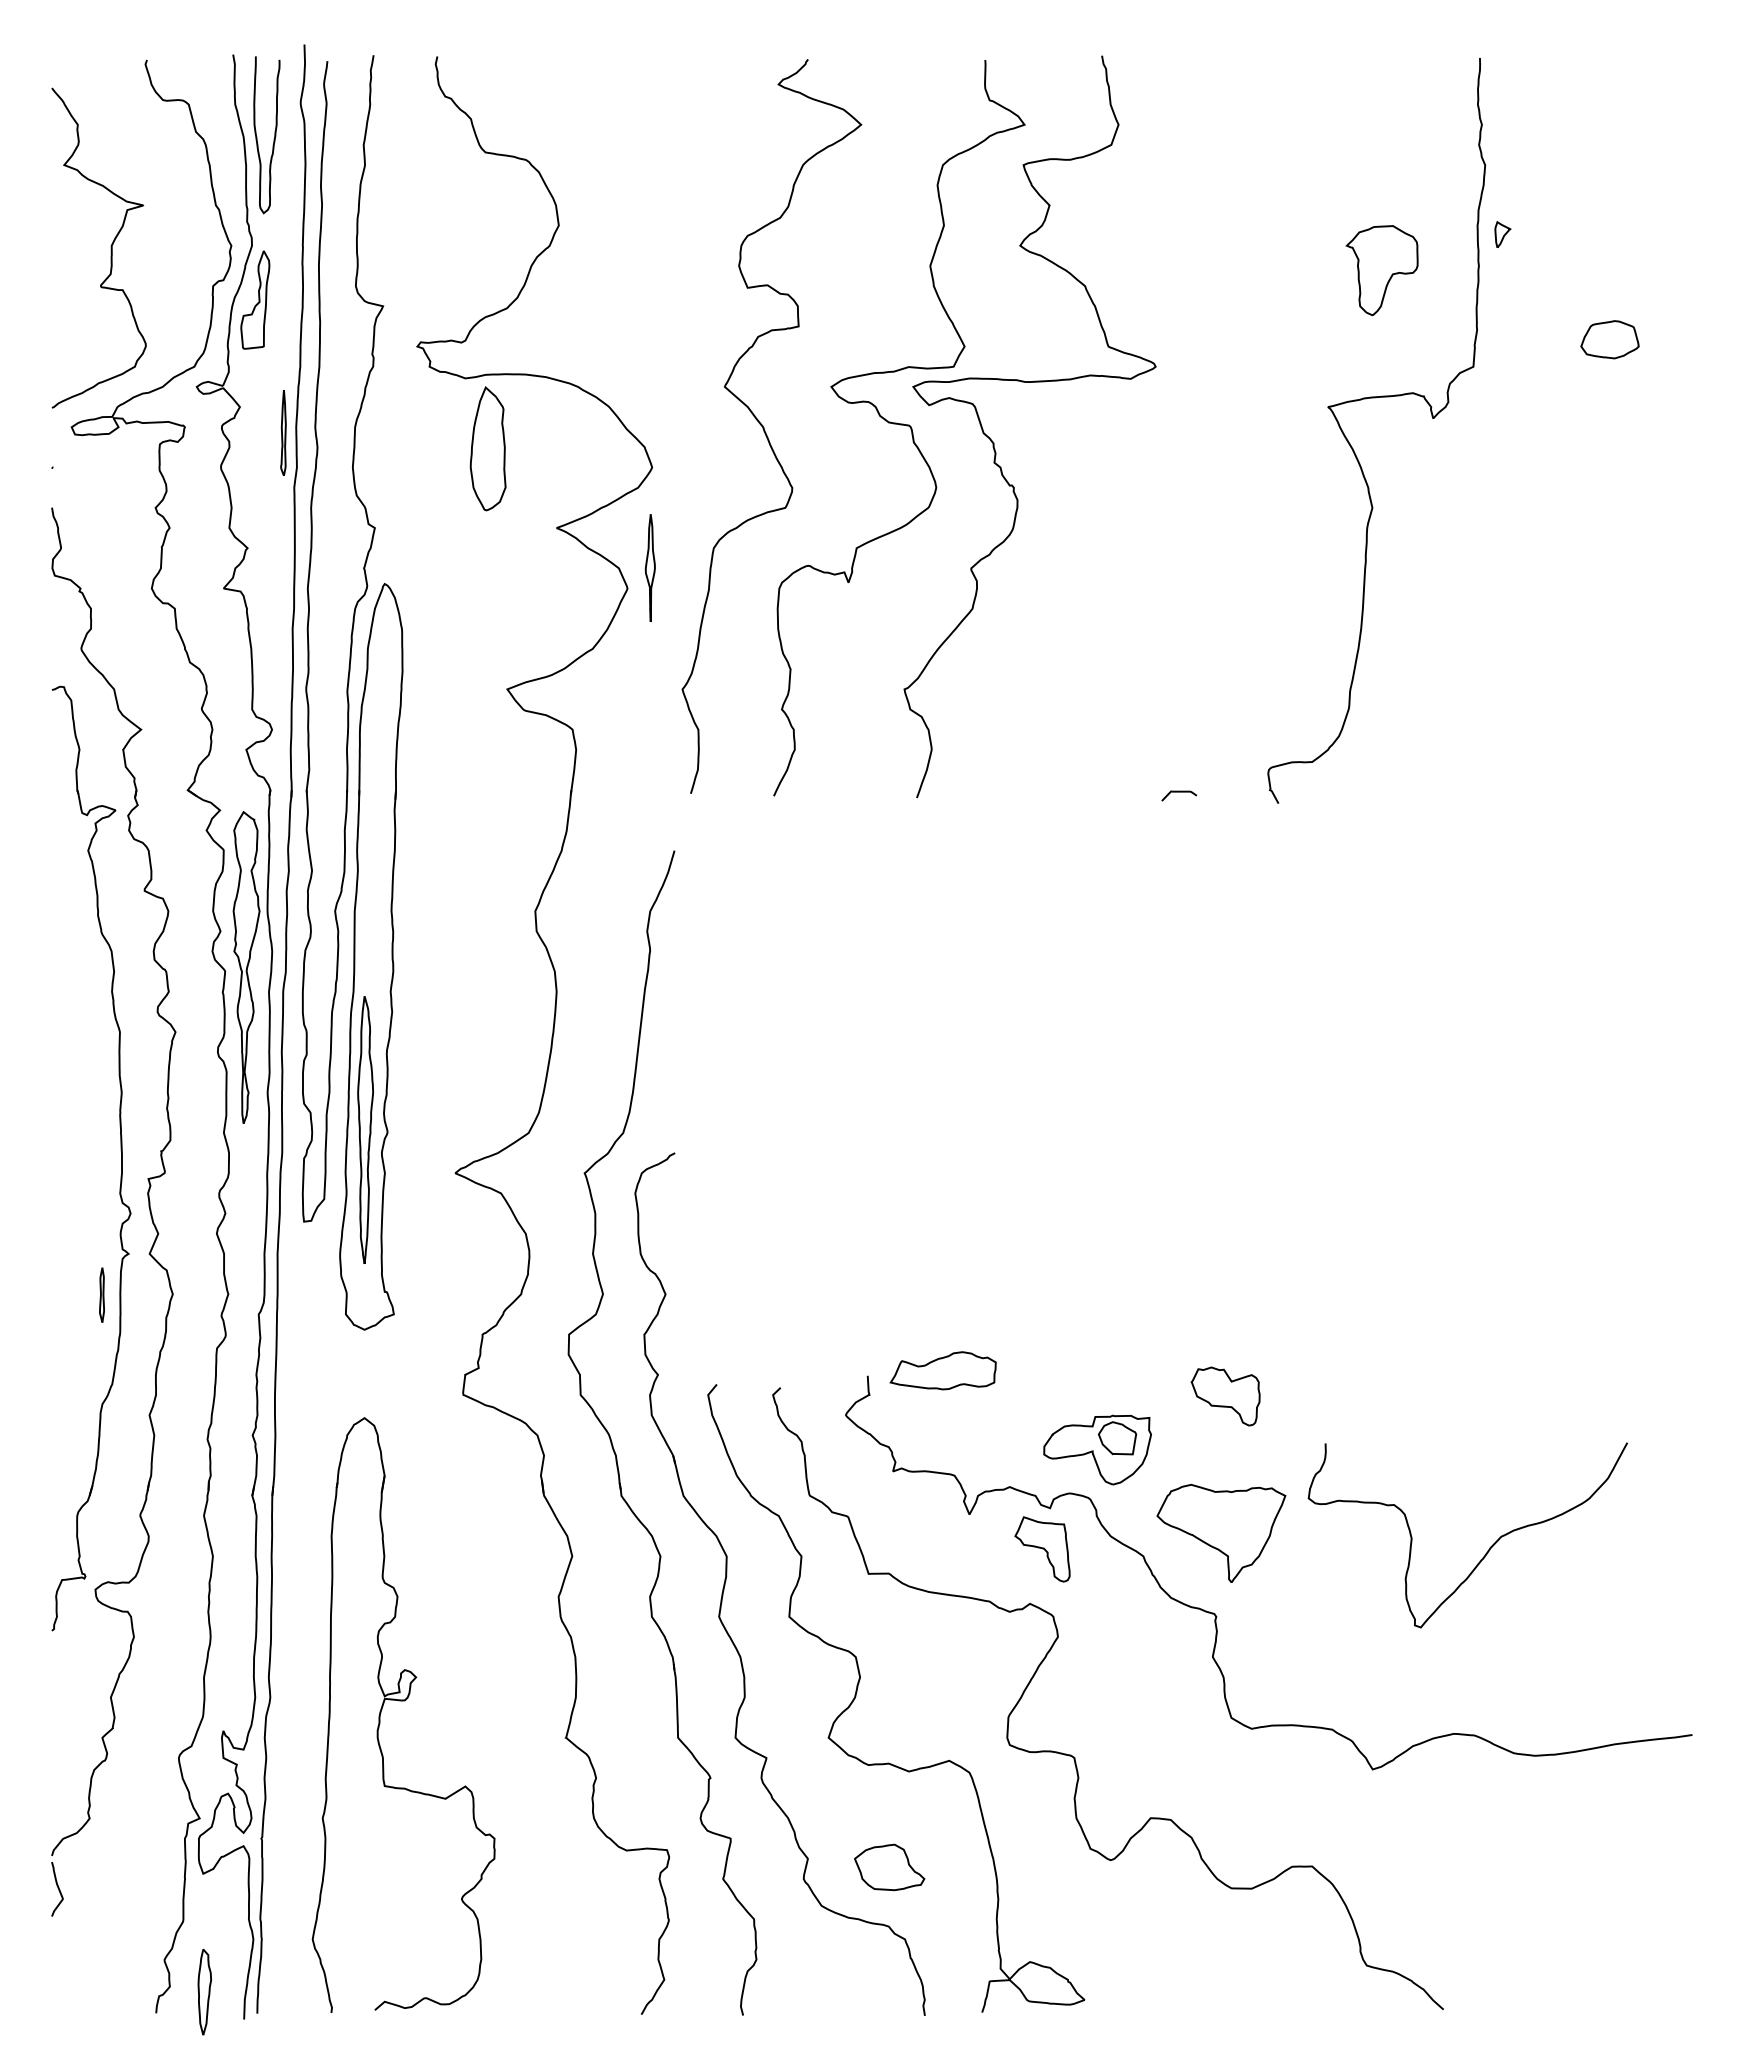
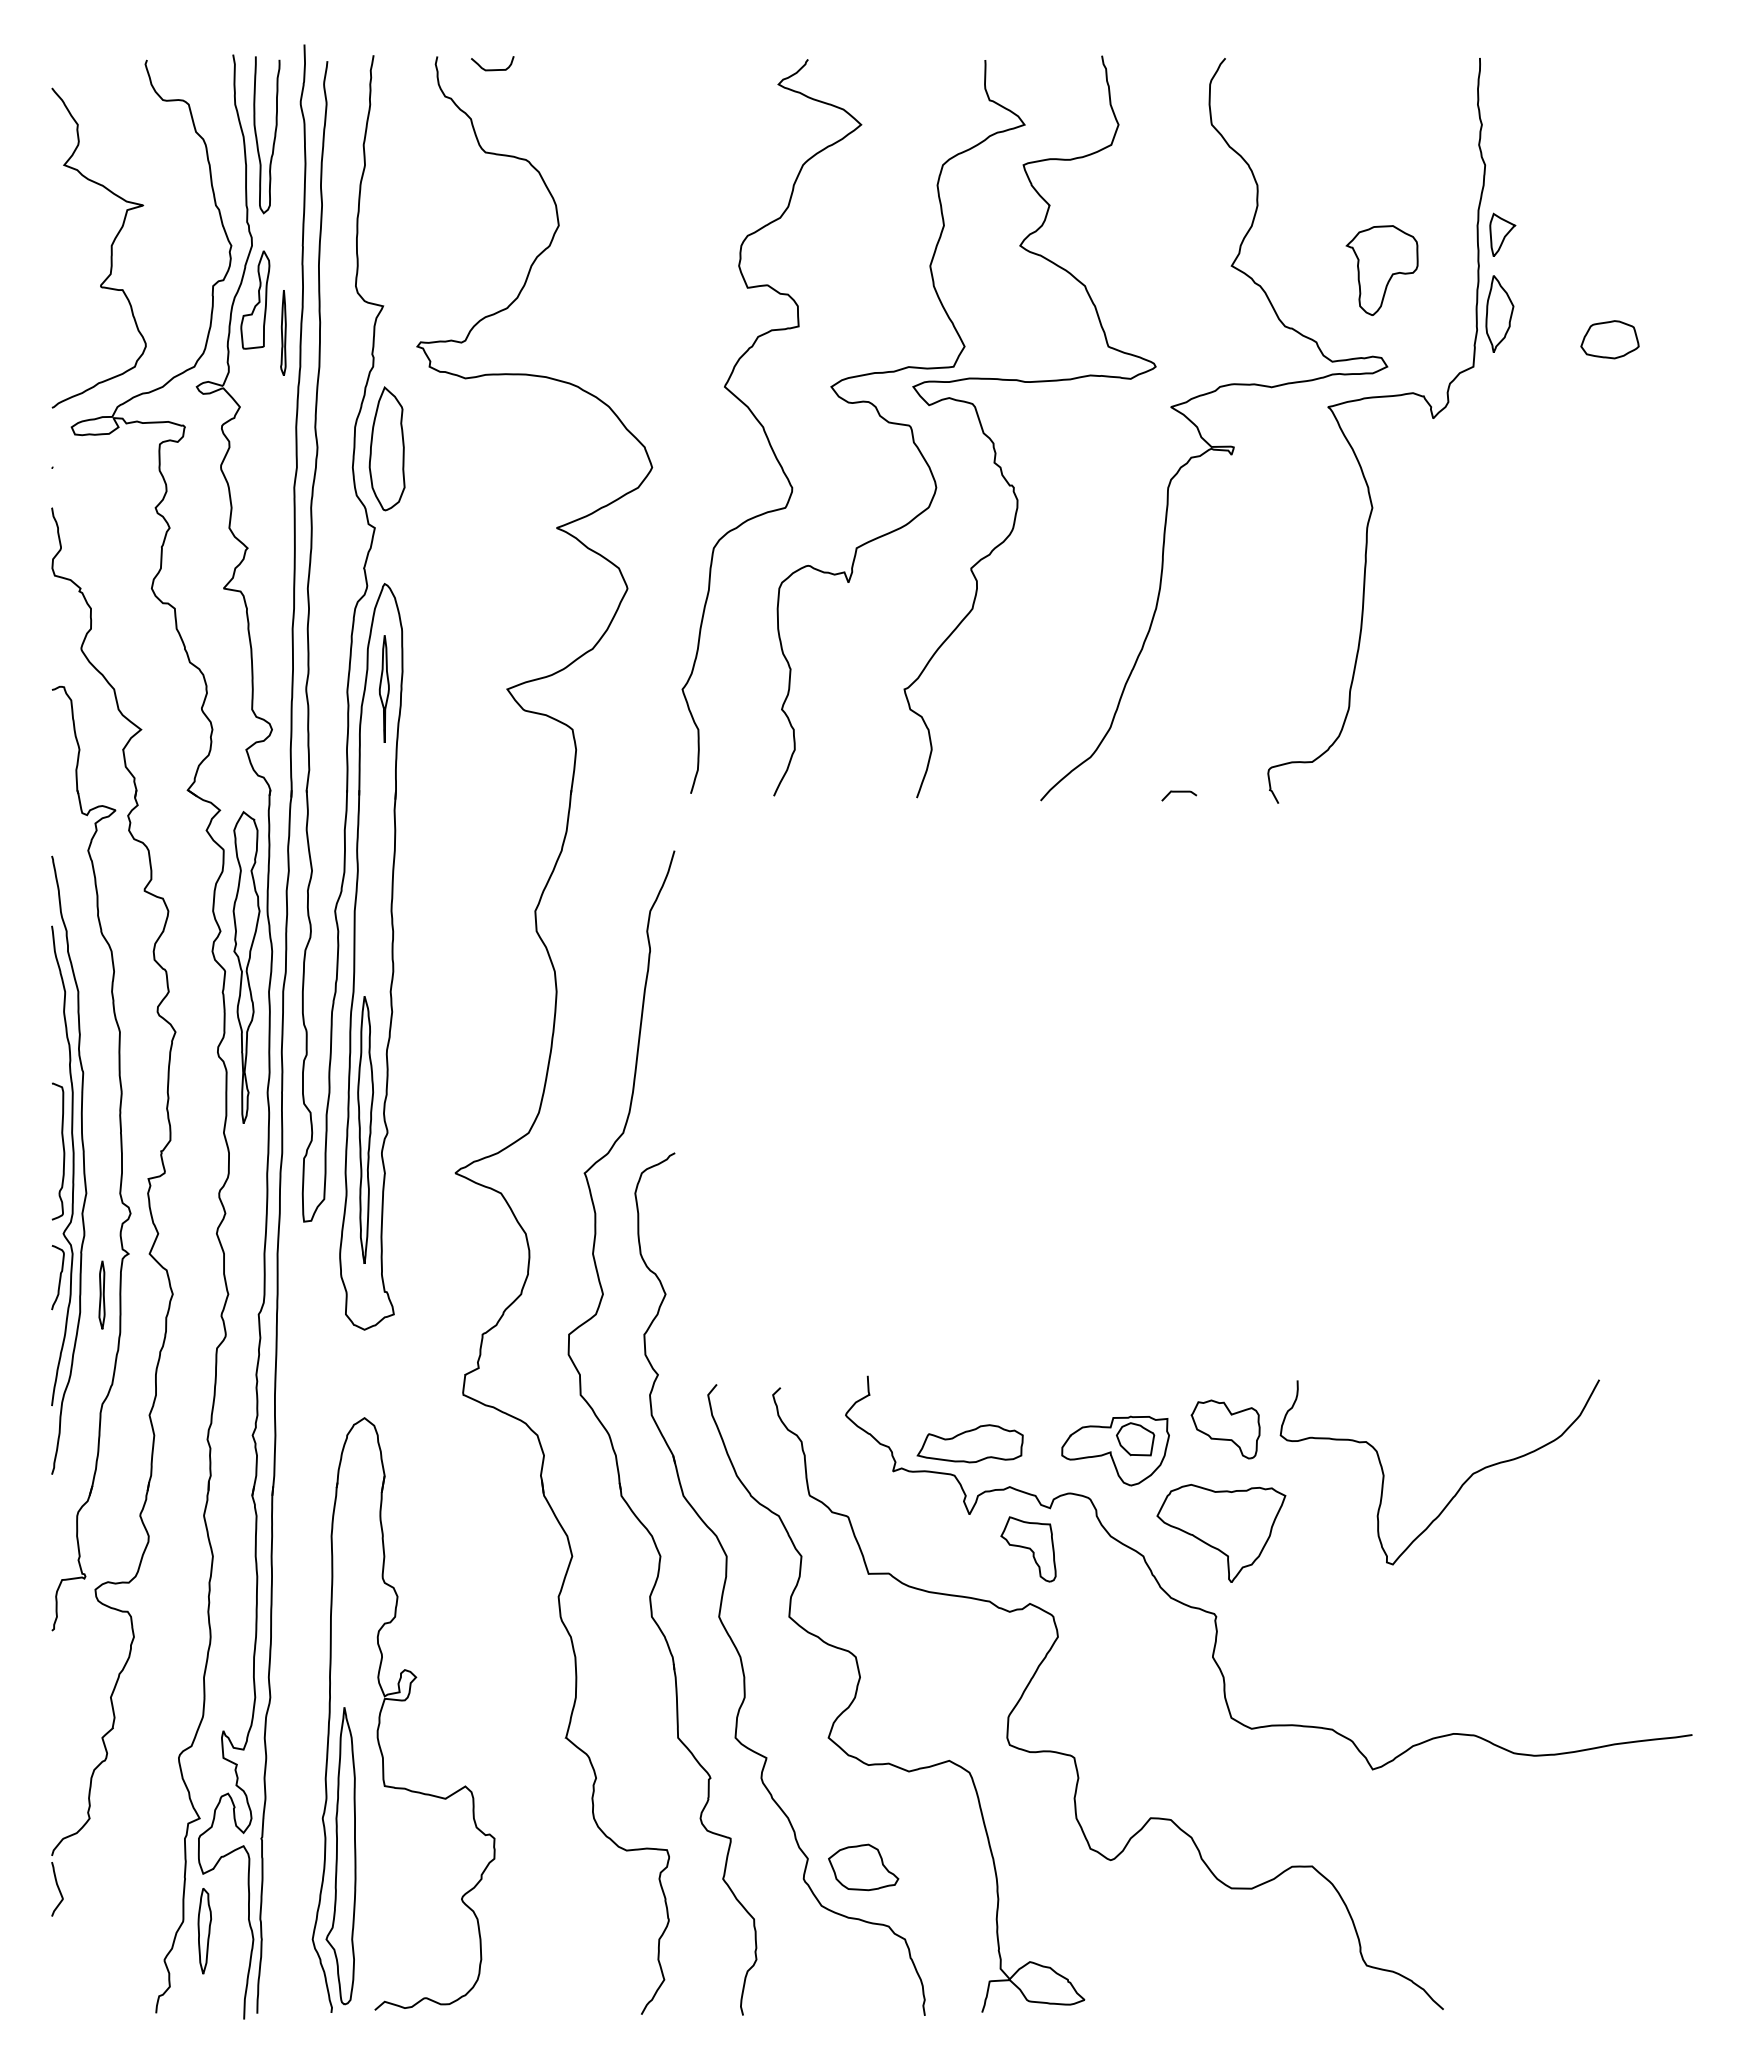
curve at (492, 69): none -> present
part at (1502, 234) size: 18x27 px -> 28x45 px
part at (1499, 313): none -> present
part at (283, 432) position: (283, 432) -> (283, 332)
curve at (1204, 438): none -> present
part at (487, 448) position: (487, 448) -> (386, 448)
part at (649, 567) position: (649, 567) -> (383, 688)
part at (69, 1164): none -> present
part at (101, 1294) size: 6x56 px -> 8x70 px
part at (942, 1370) position: (942, 1370) -> (969, 1443)
part at (1225, 1396) position: (1225, 1396) -> (1225, 1429)
part at (1097, 1449) position: (1097, 1449) -> (1115, 1450)
part at (1042, 1549) position: (1042, 1549) -> (1028, 1549)
curve at (1487, 1550) position: (1487, 1550) -> (1459, 1487)
part at (340, 1856): none -> present
part at (889, 1867) position: (889, 1867) -> (863, 1867)
part at (204, 1992) position: (204, 1992) -> (204, 1931)
